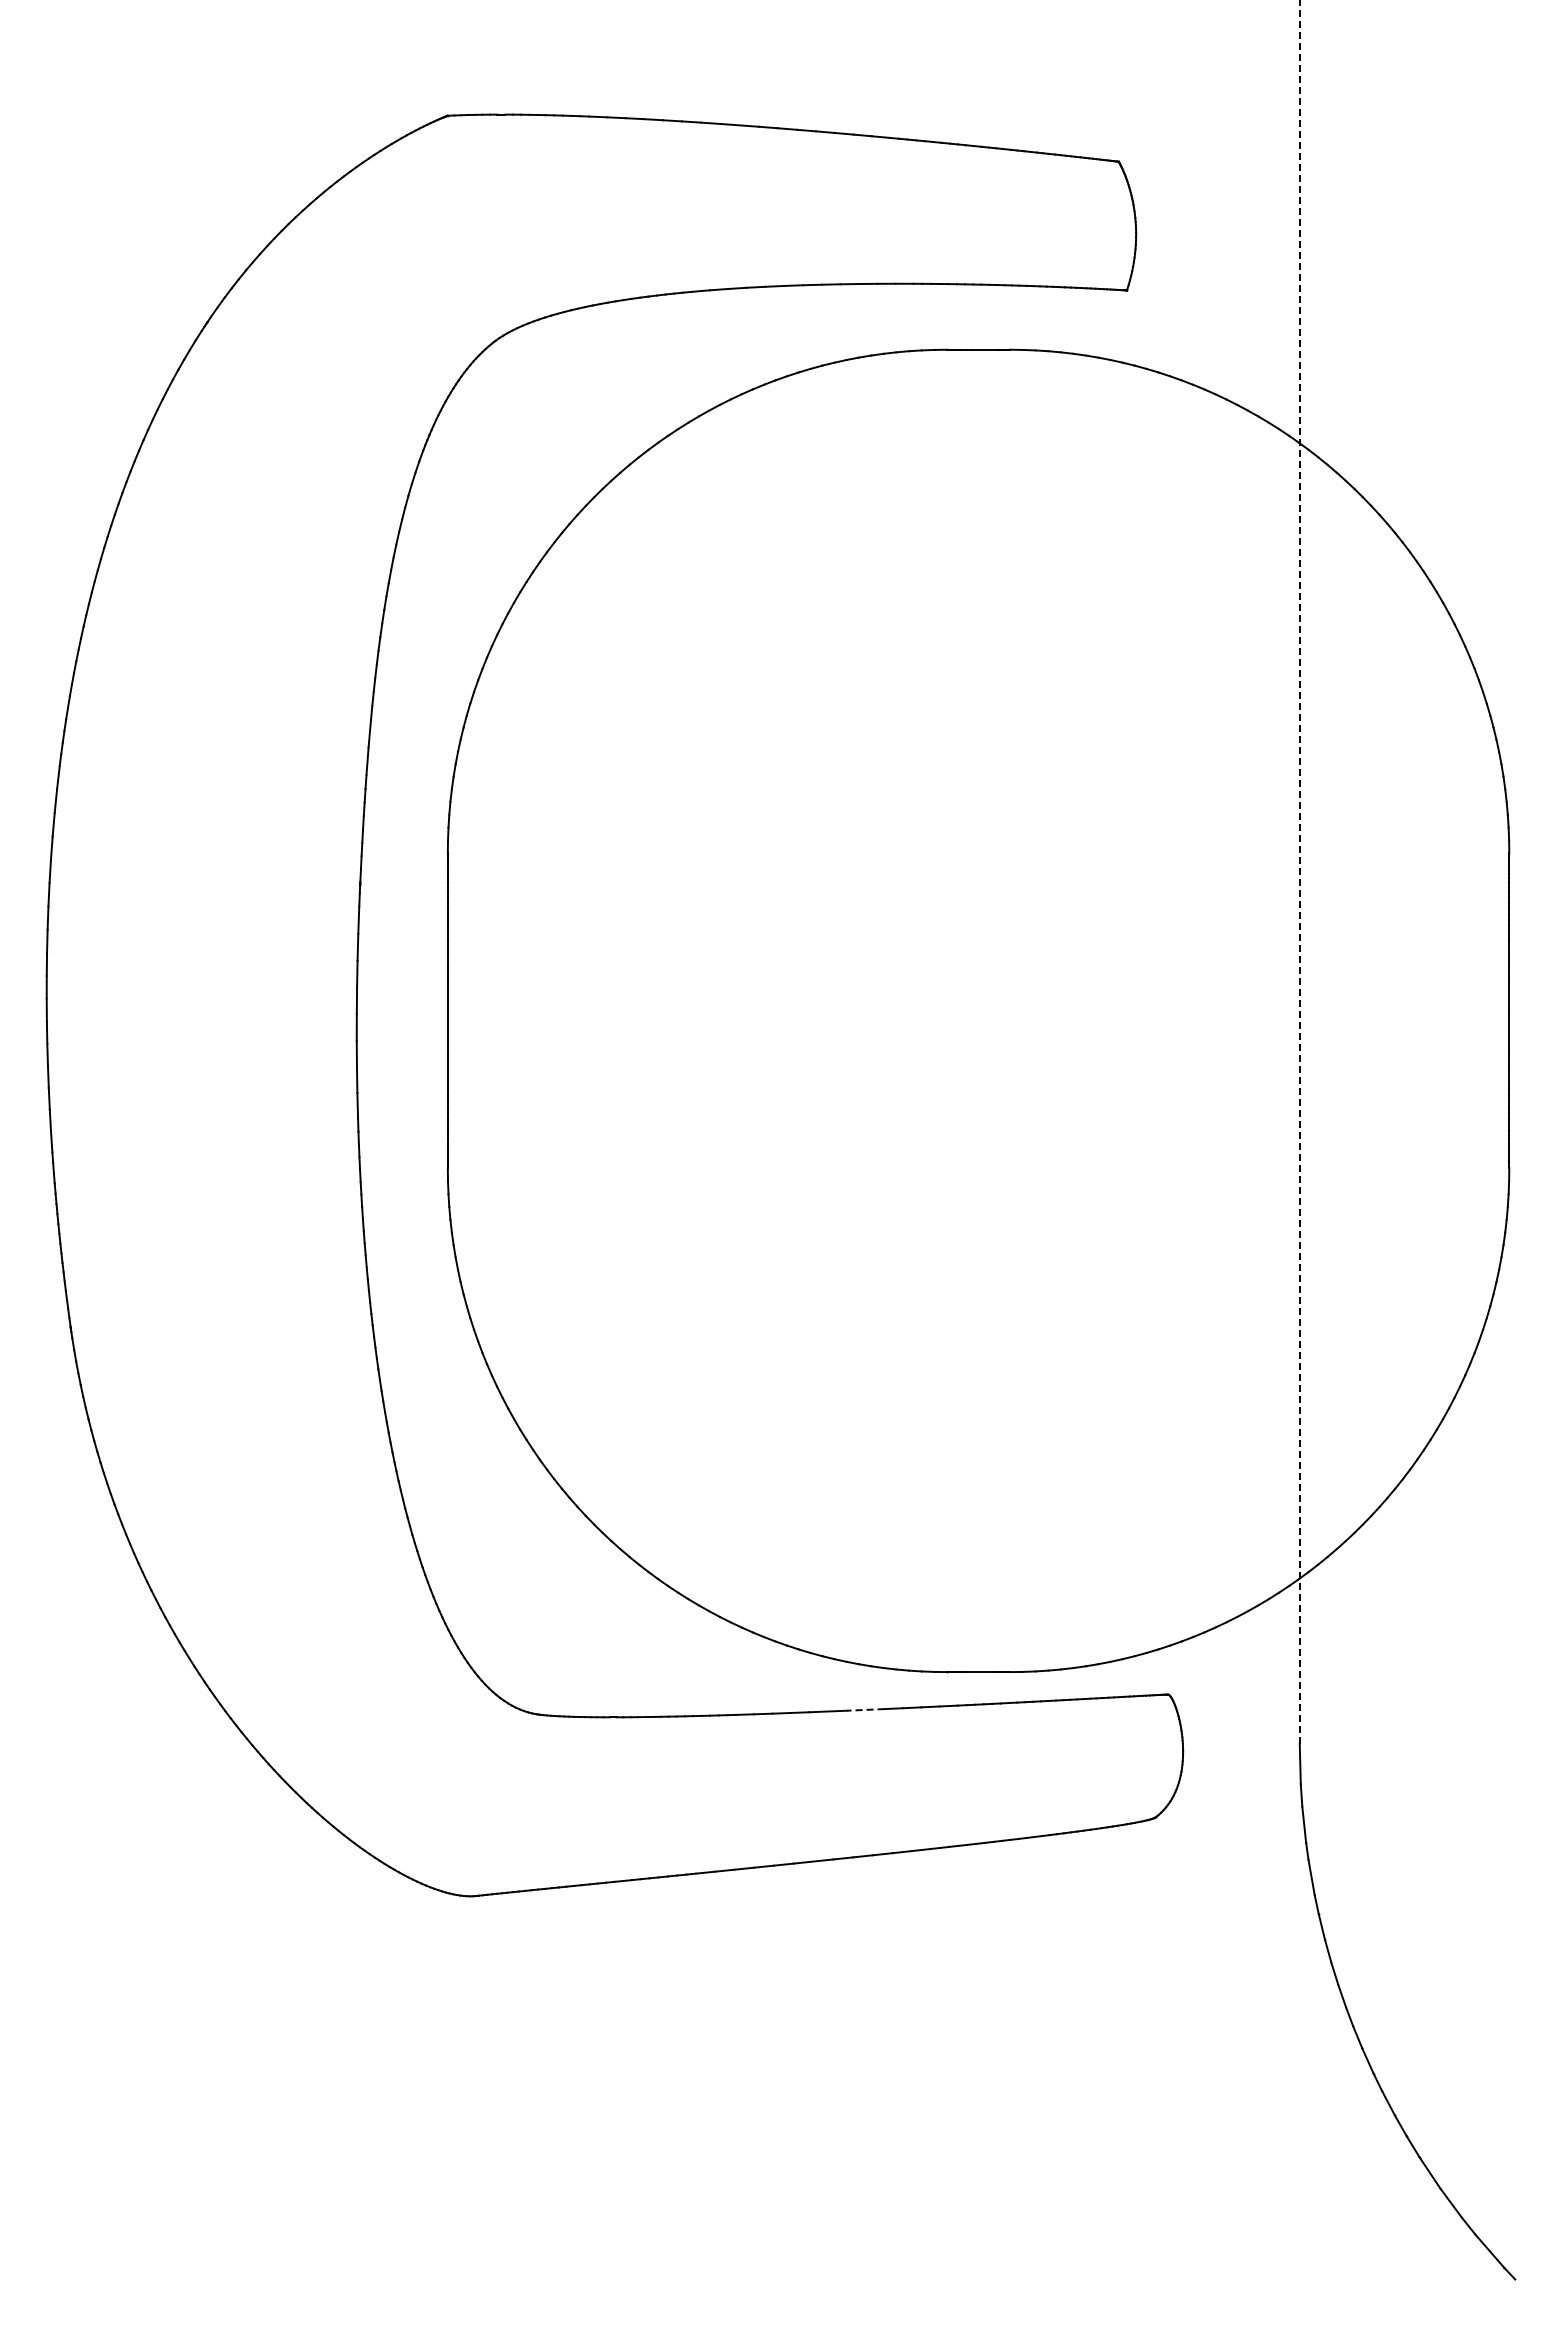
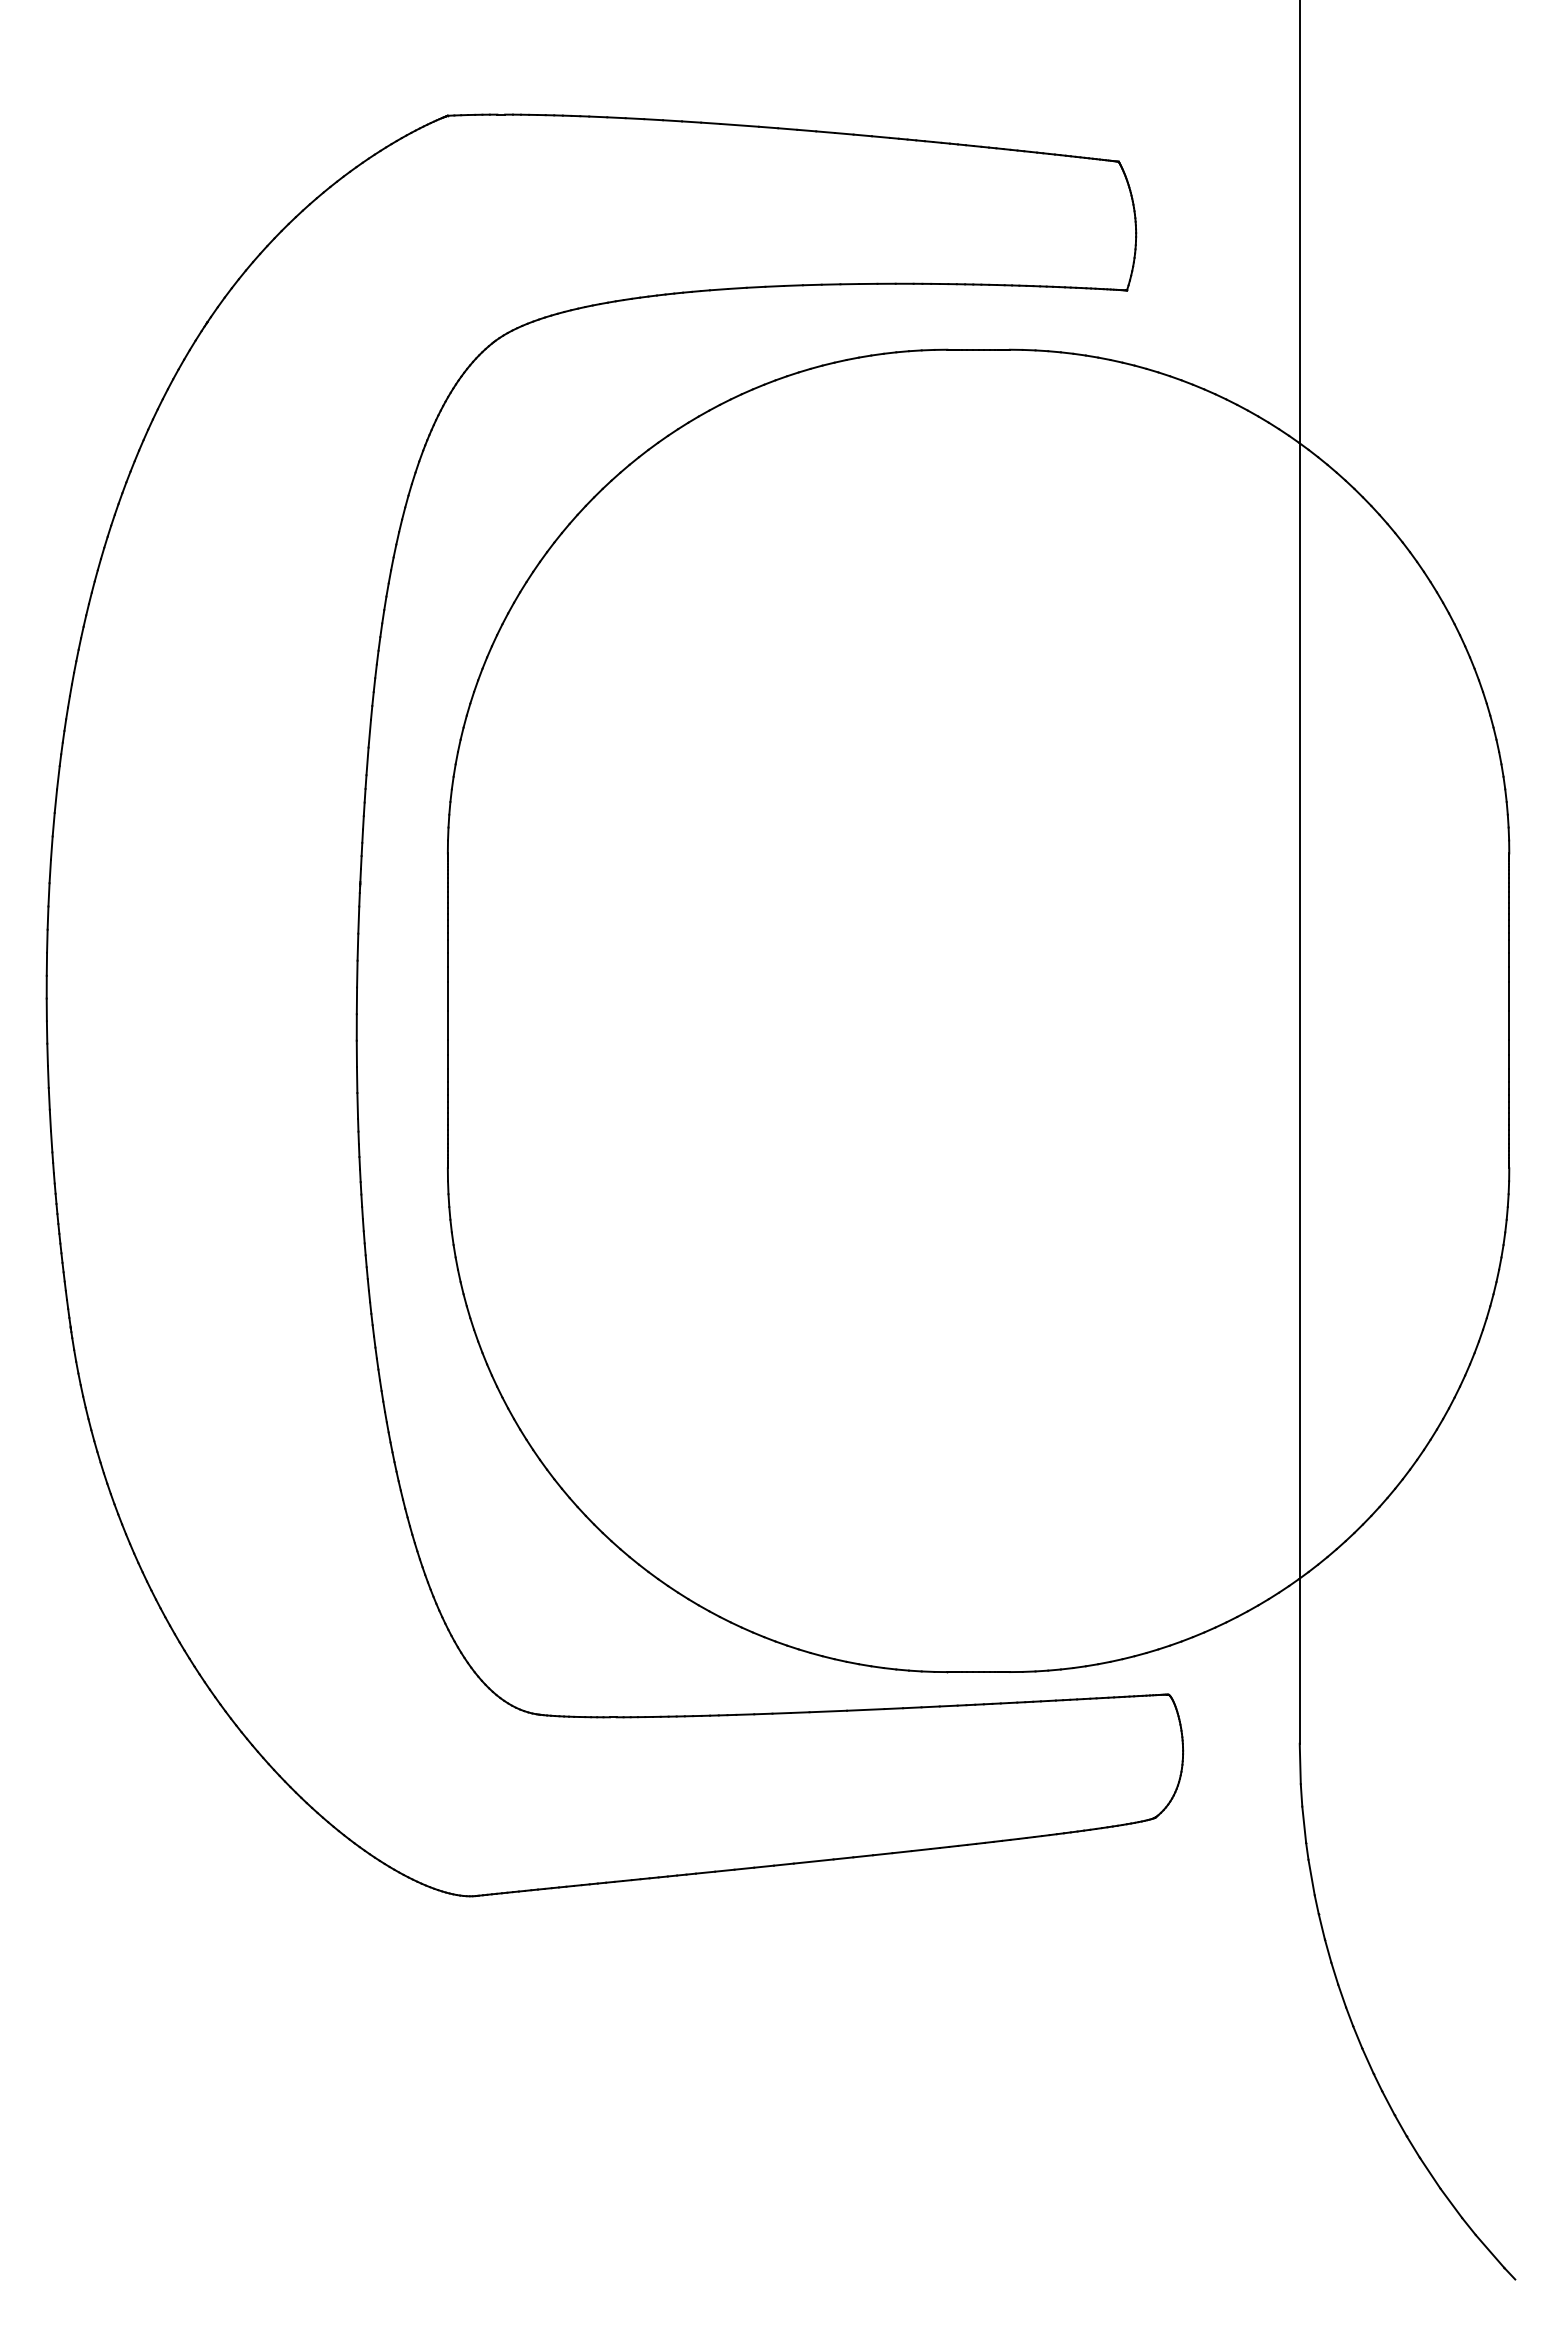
line at (1299, 872): dashed -> solid
line at (865, 1709): dashed -> solid
